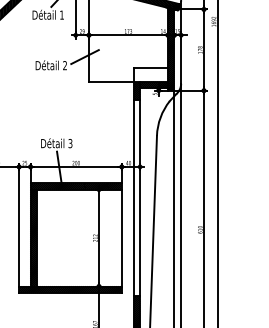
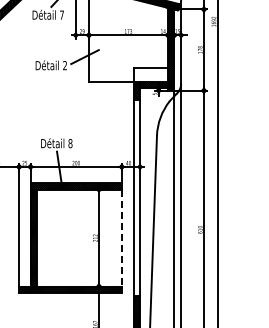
text at (61, 14): 1 -> 7
text at (70, 143): 3 -> 8
line at (121, 238): solid -> dashed
